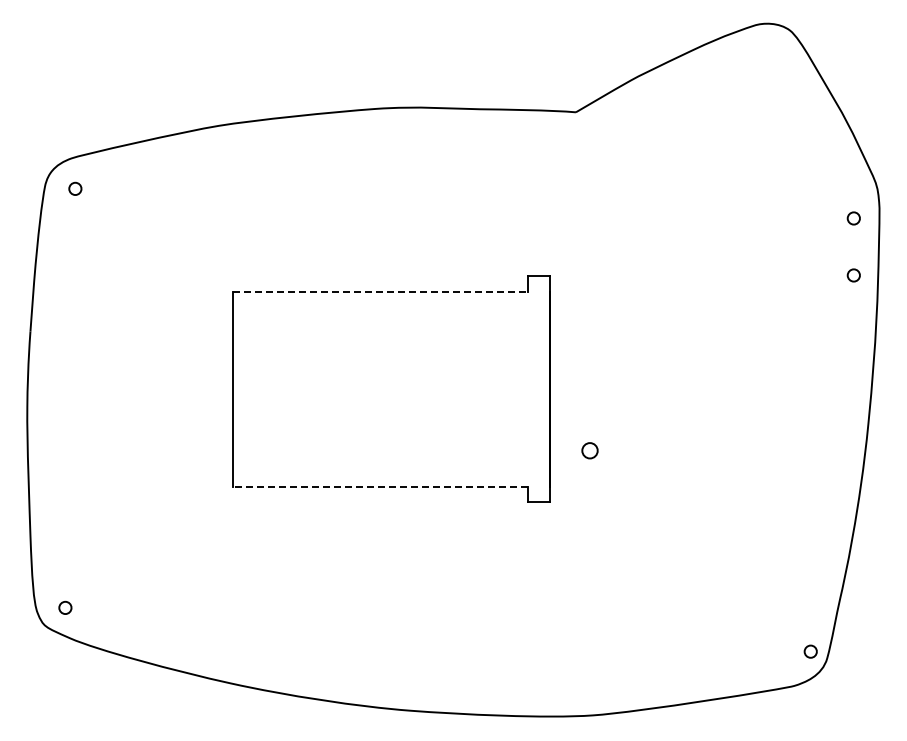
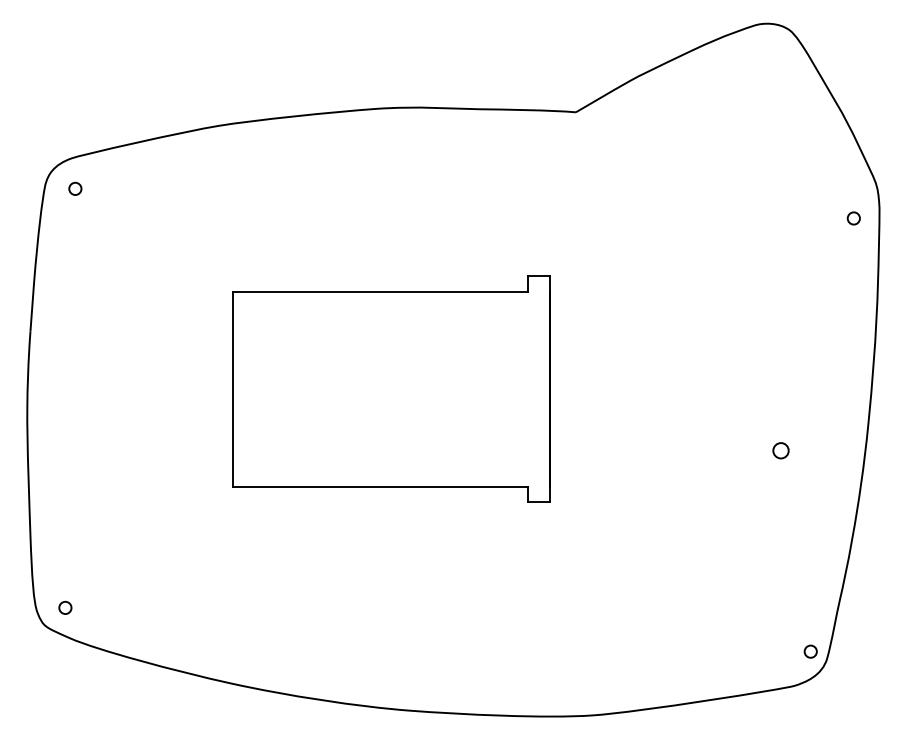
circle at (853, 275): present -> none
line at (380, 291): dashed -> solid
circle at (589, 450) position: (589, 450) -> (780, 450)
line at (380, 486): dashed -> solid
